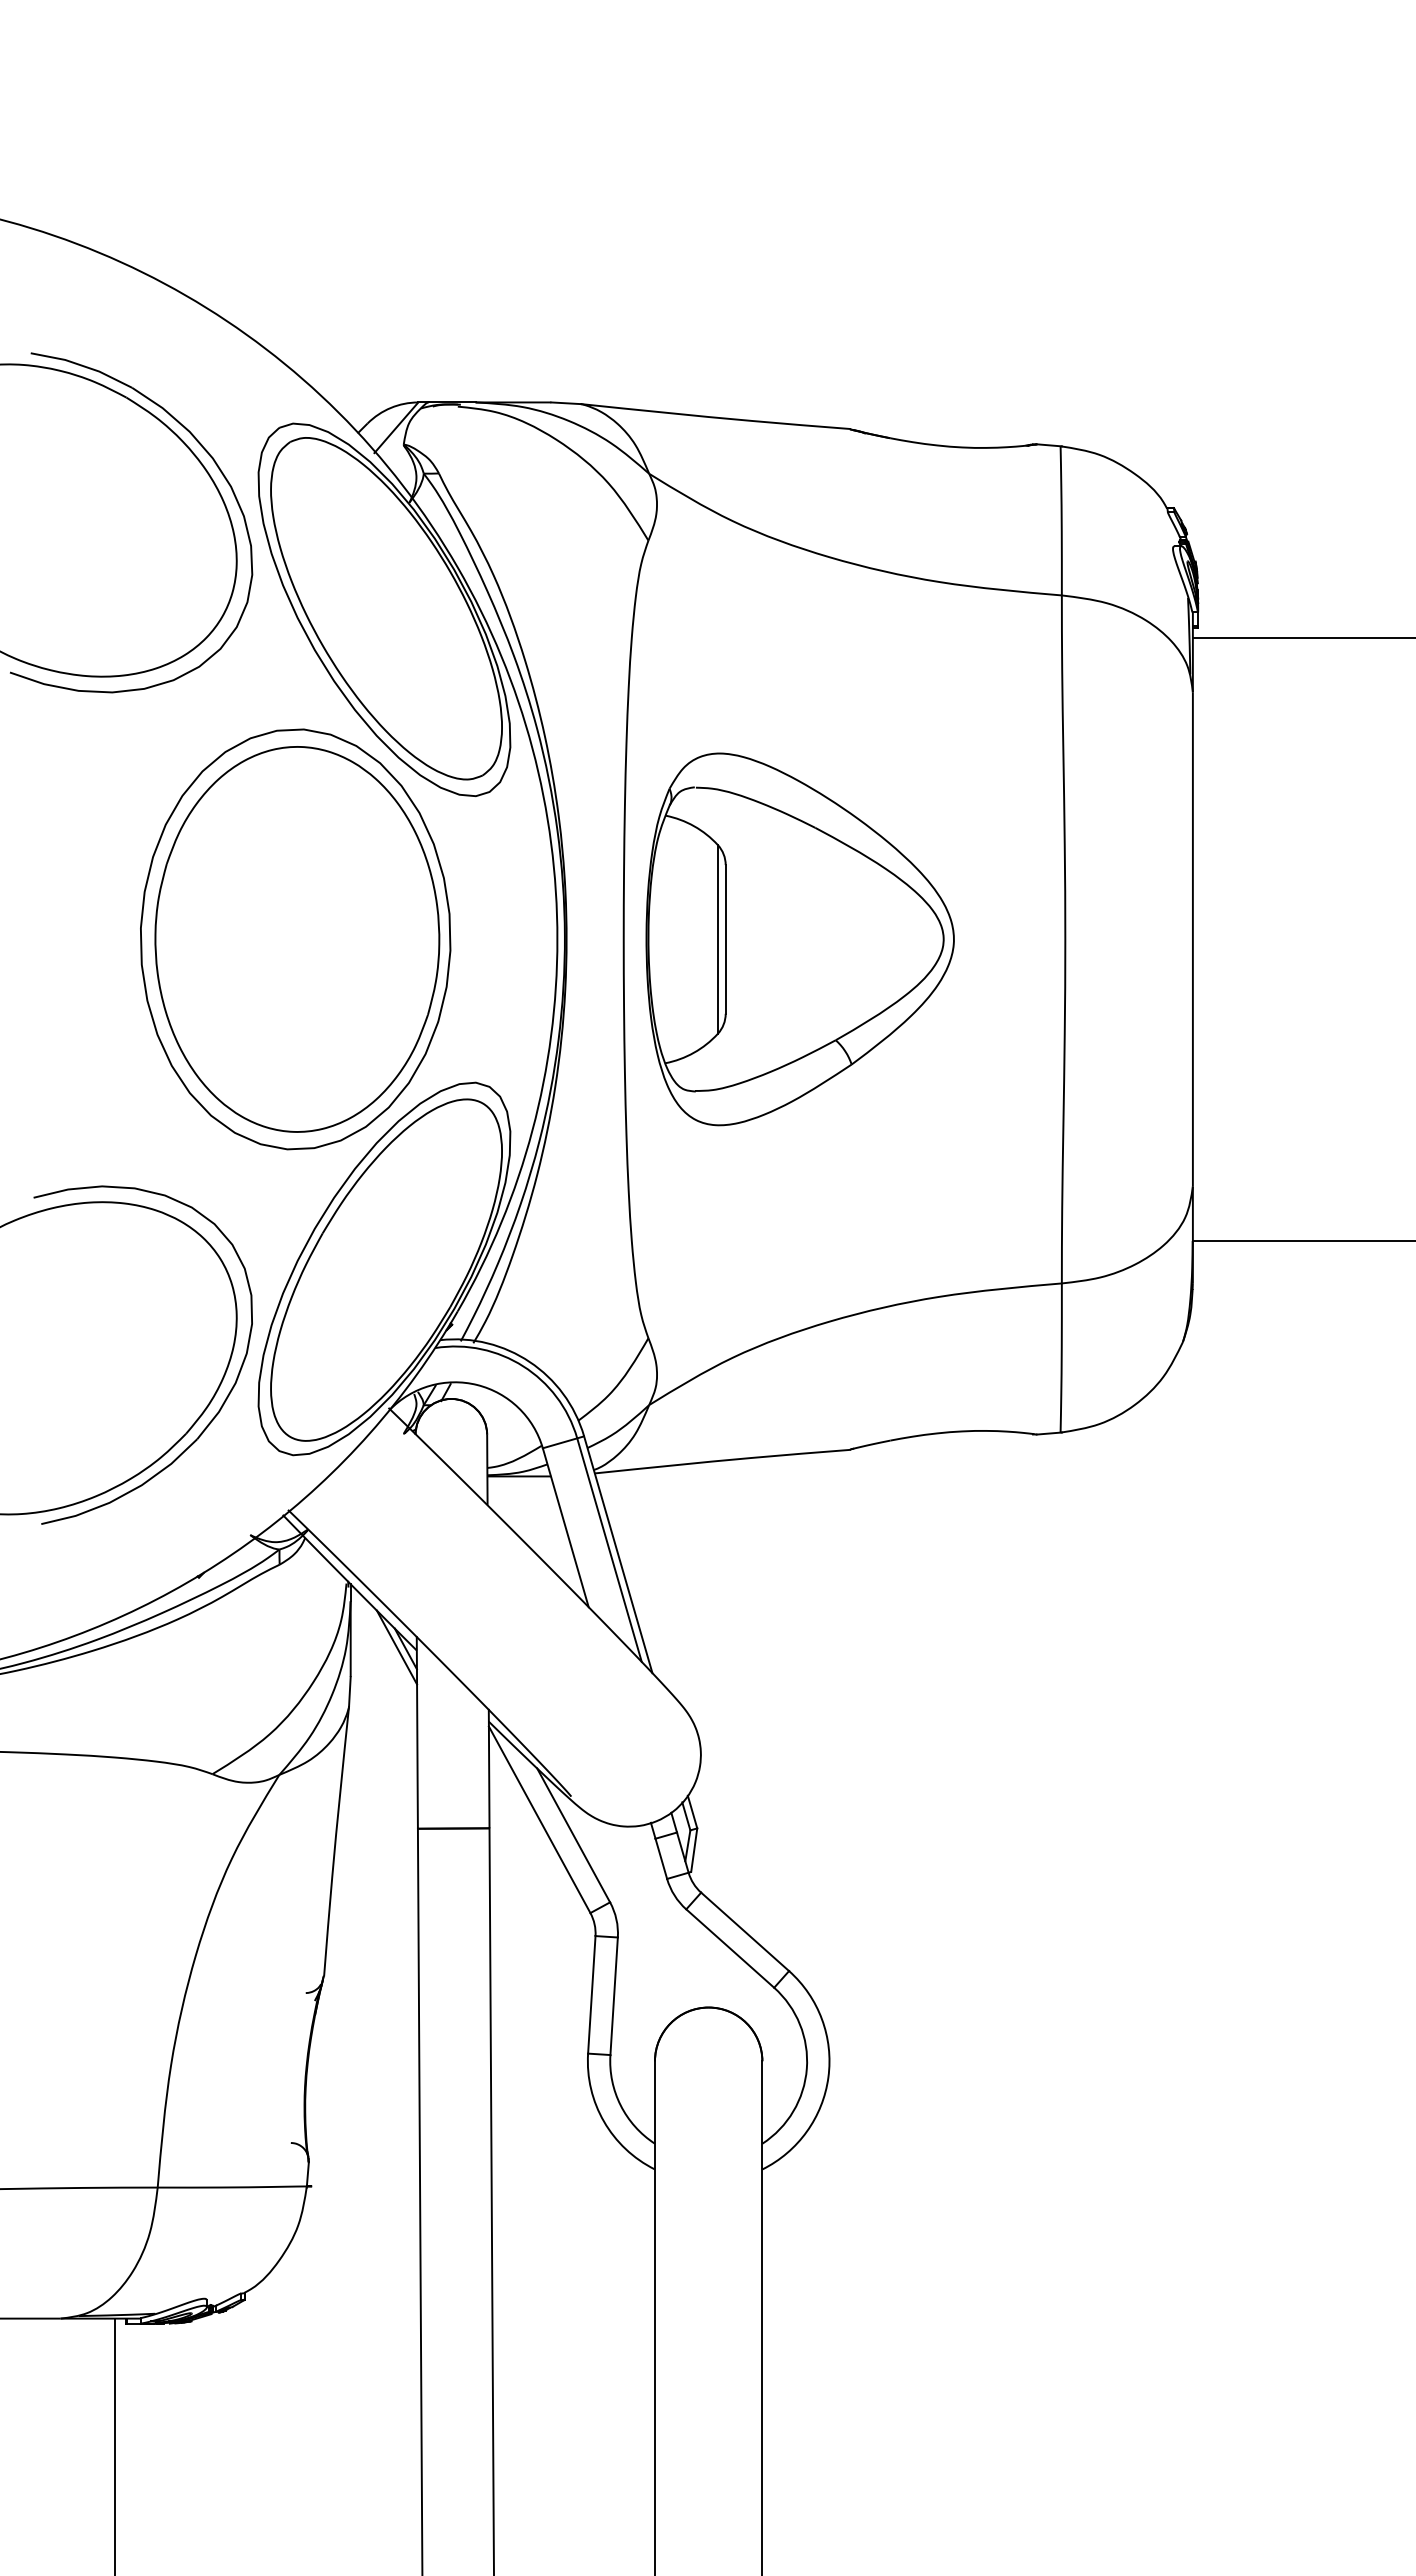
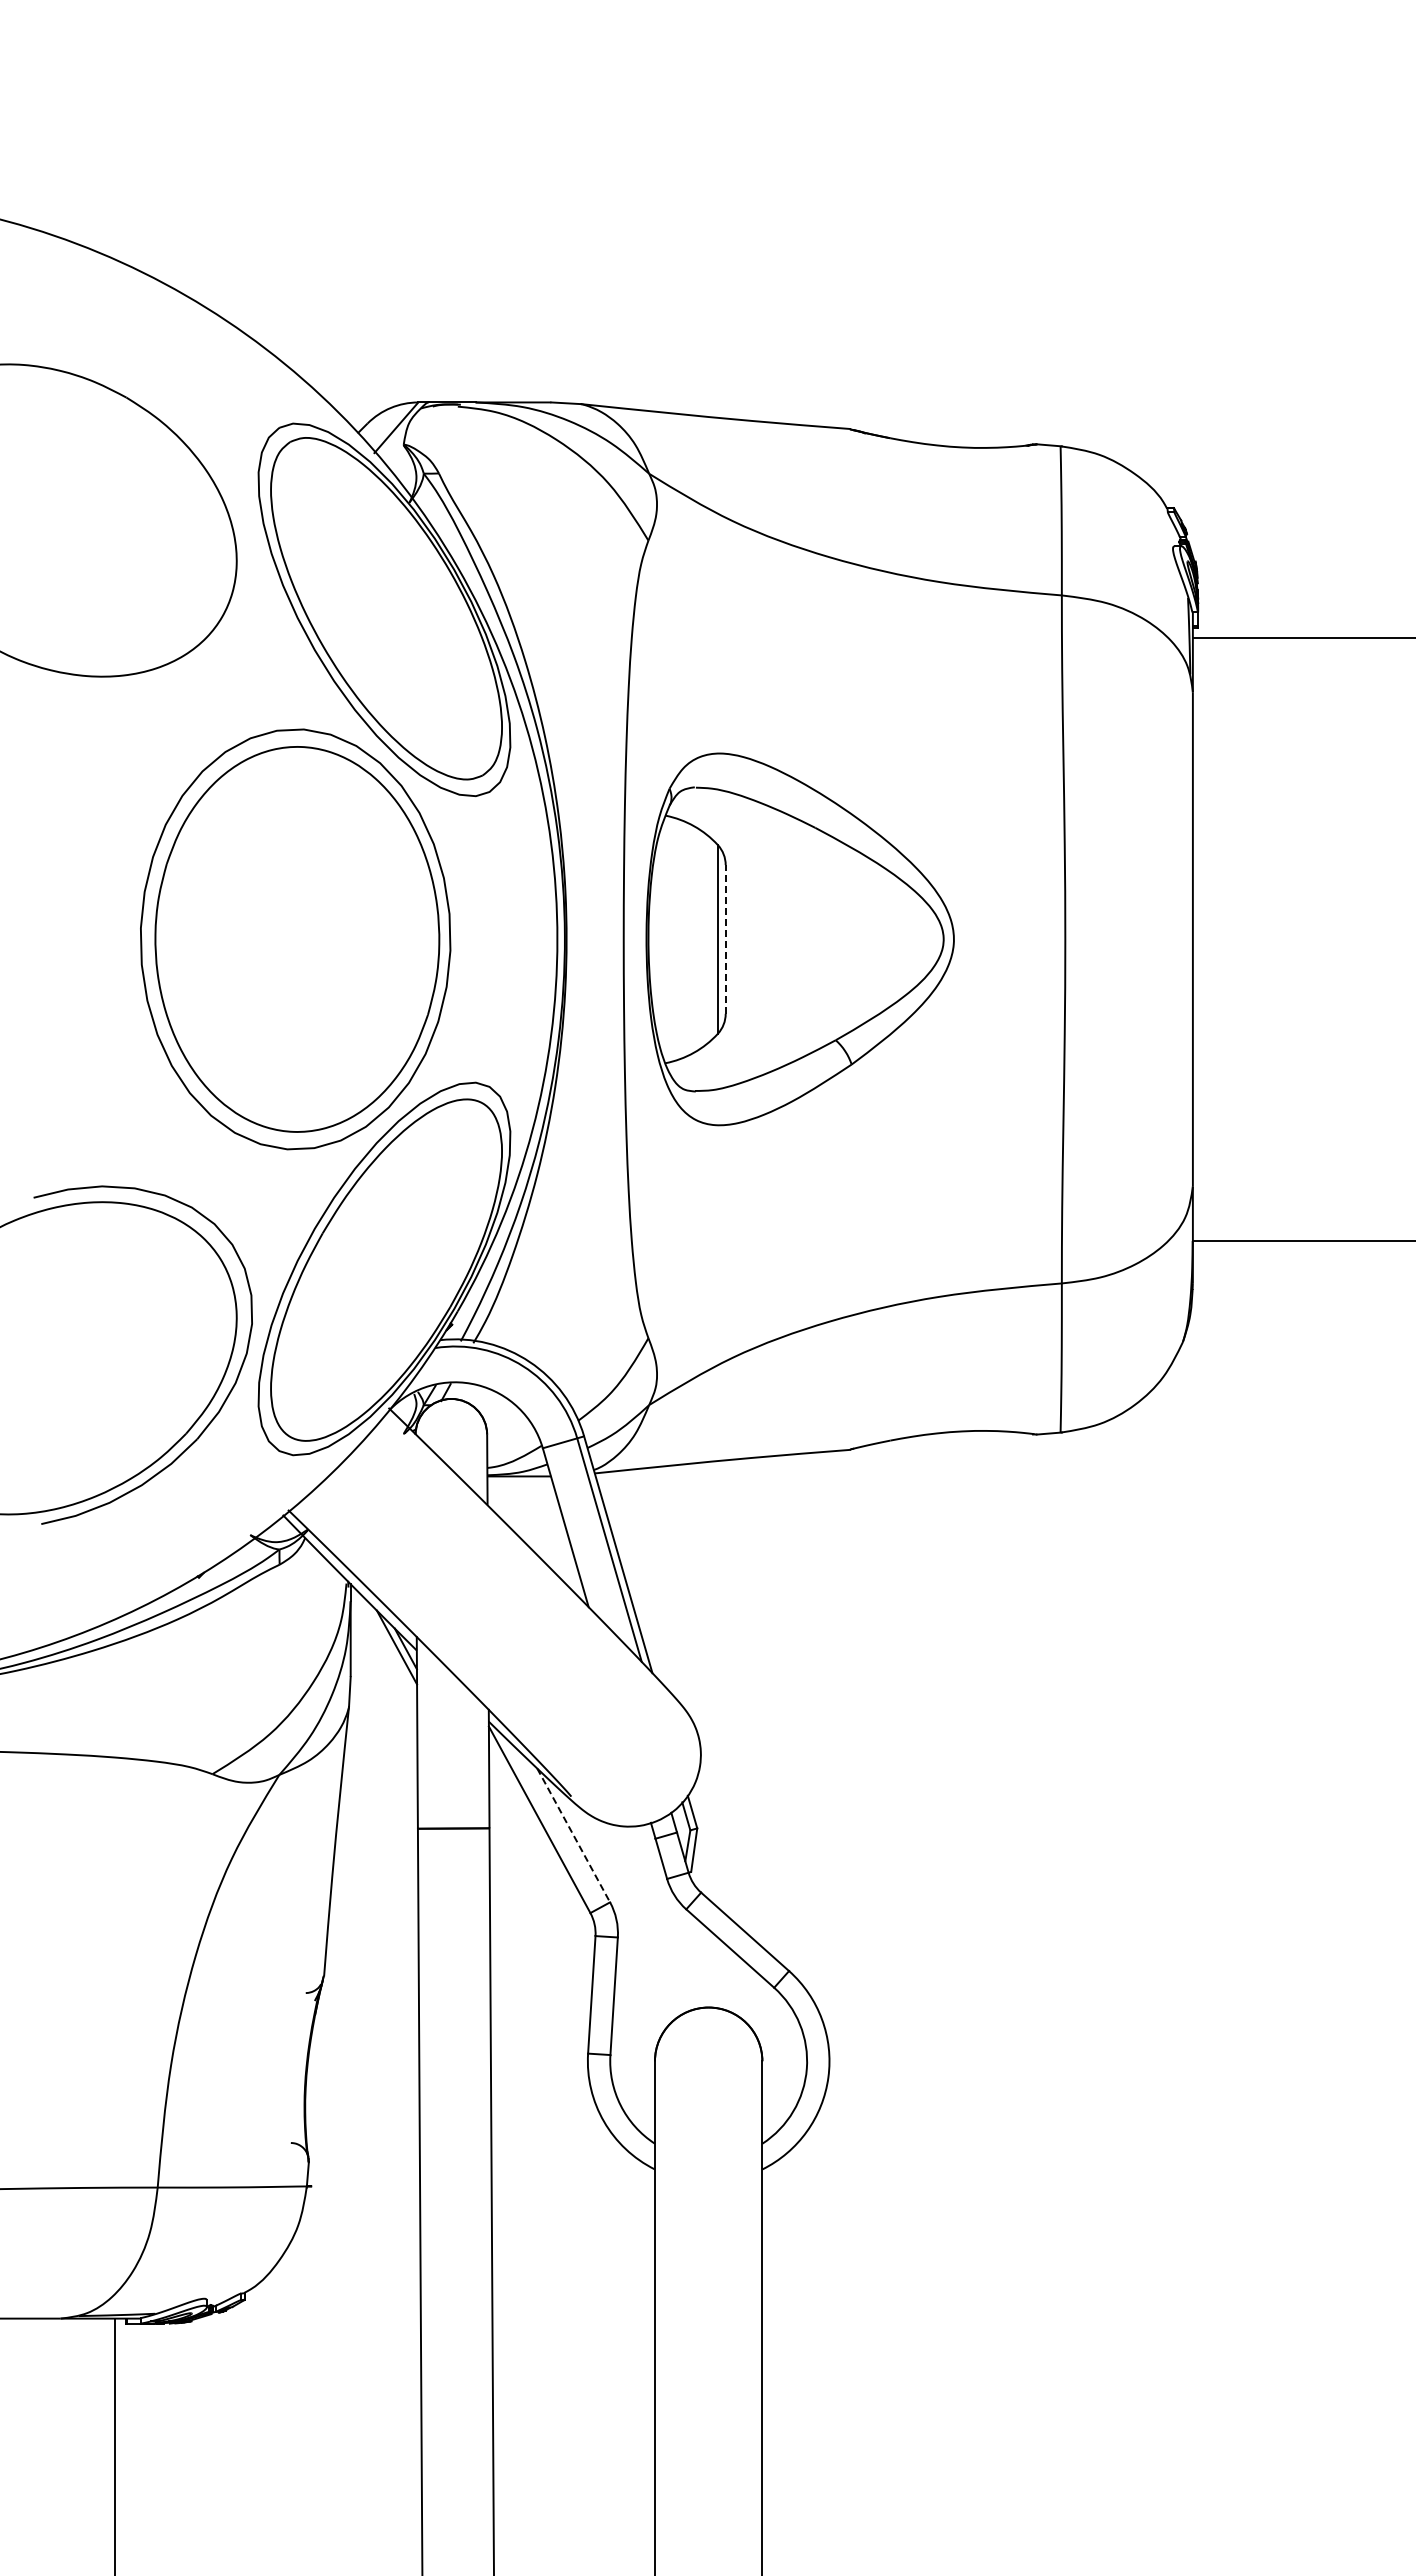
part at (218, 469): present -> none
line at (725, 938): solid -> dashed
line at (573, 1835): solid -> dashed
